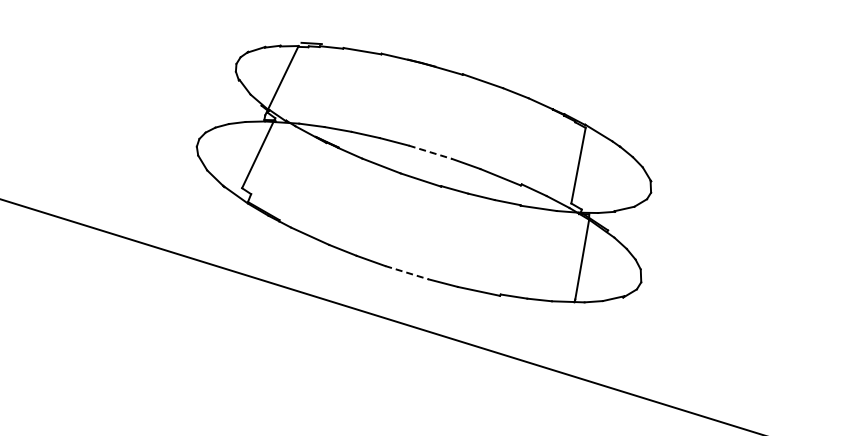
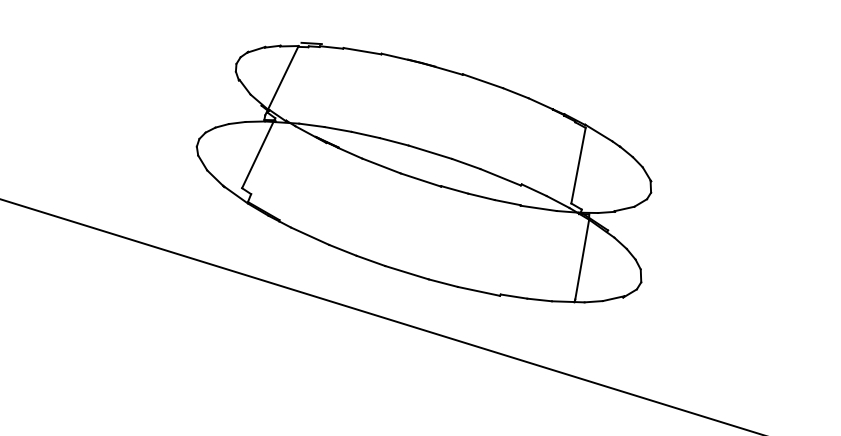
line at (430, 152): dashed -> solid
line at (407, 272): dashed -> solid
